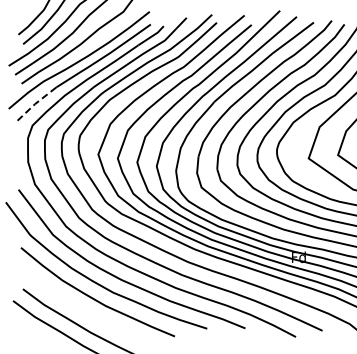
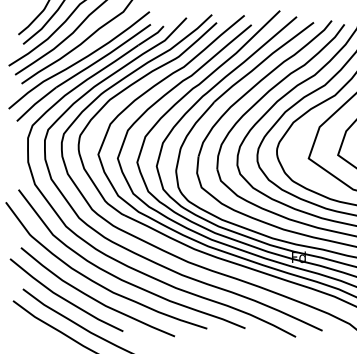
line at (35, 104): dashed -> solid
curve at (65, 298): none -> present
